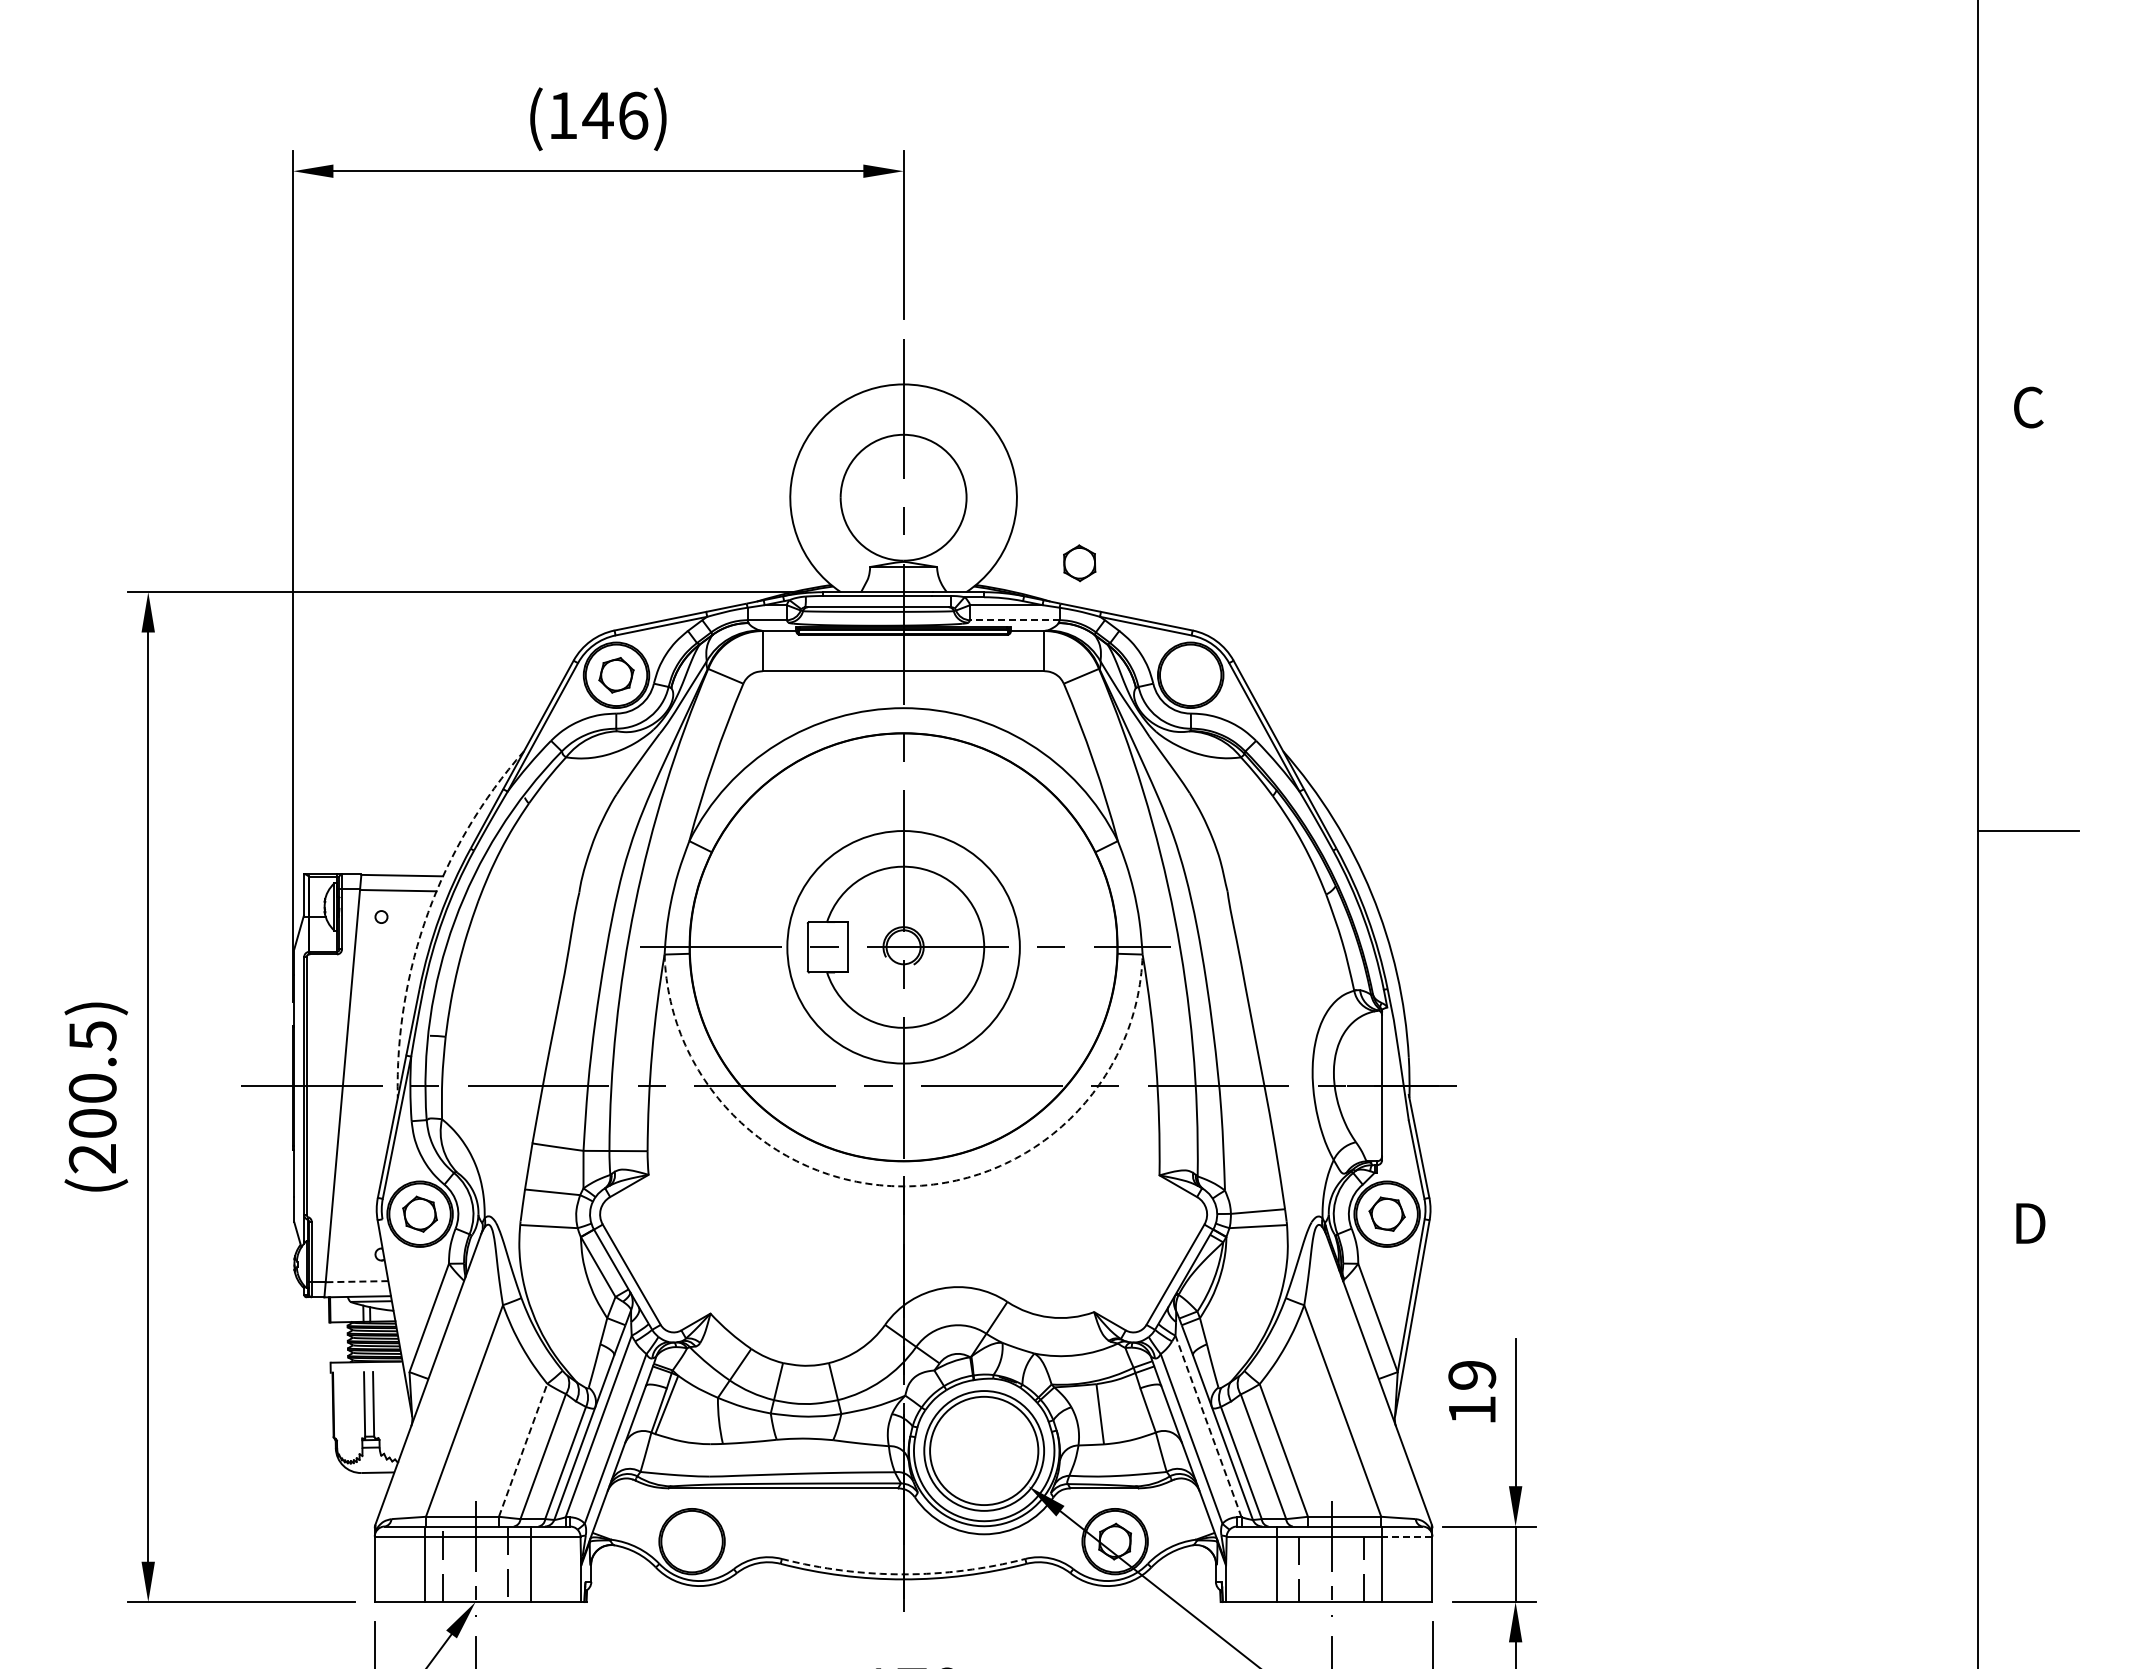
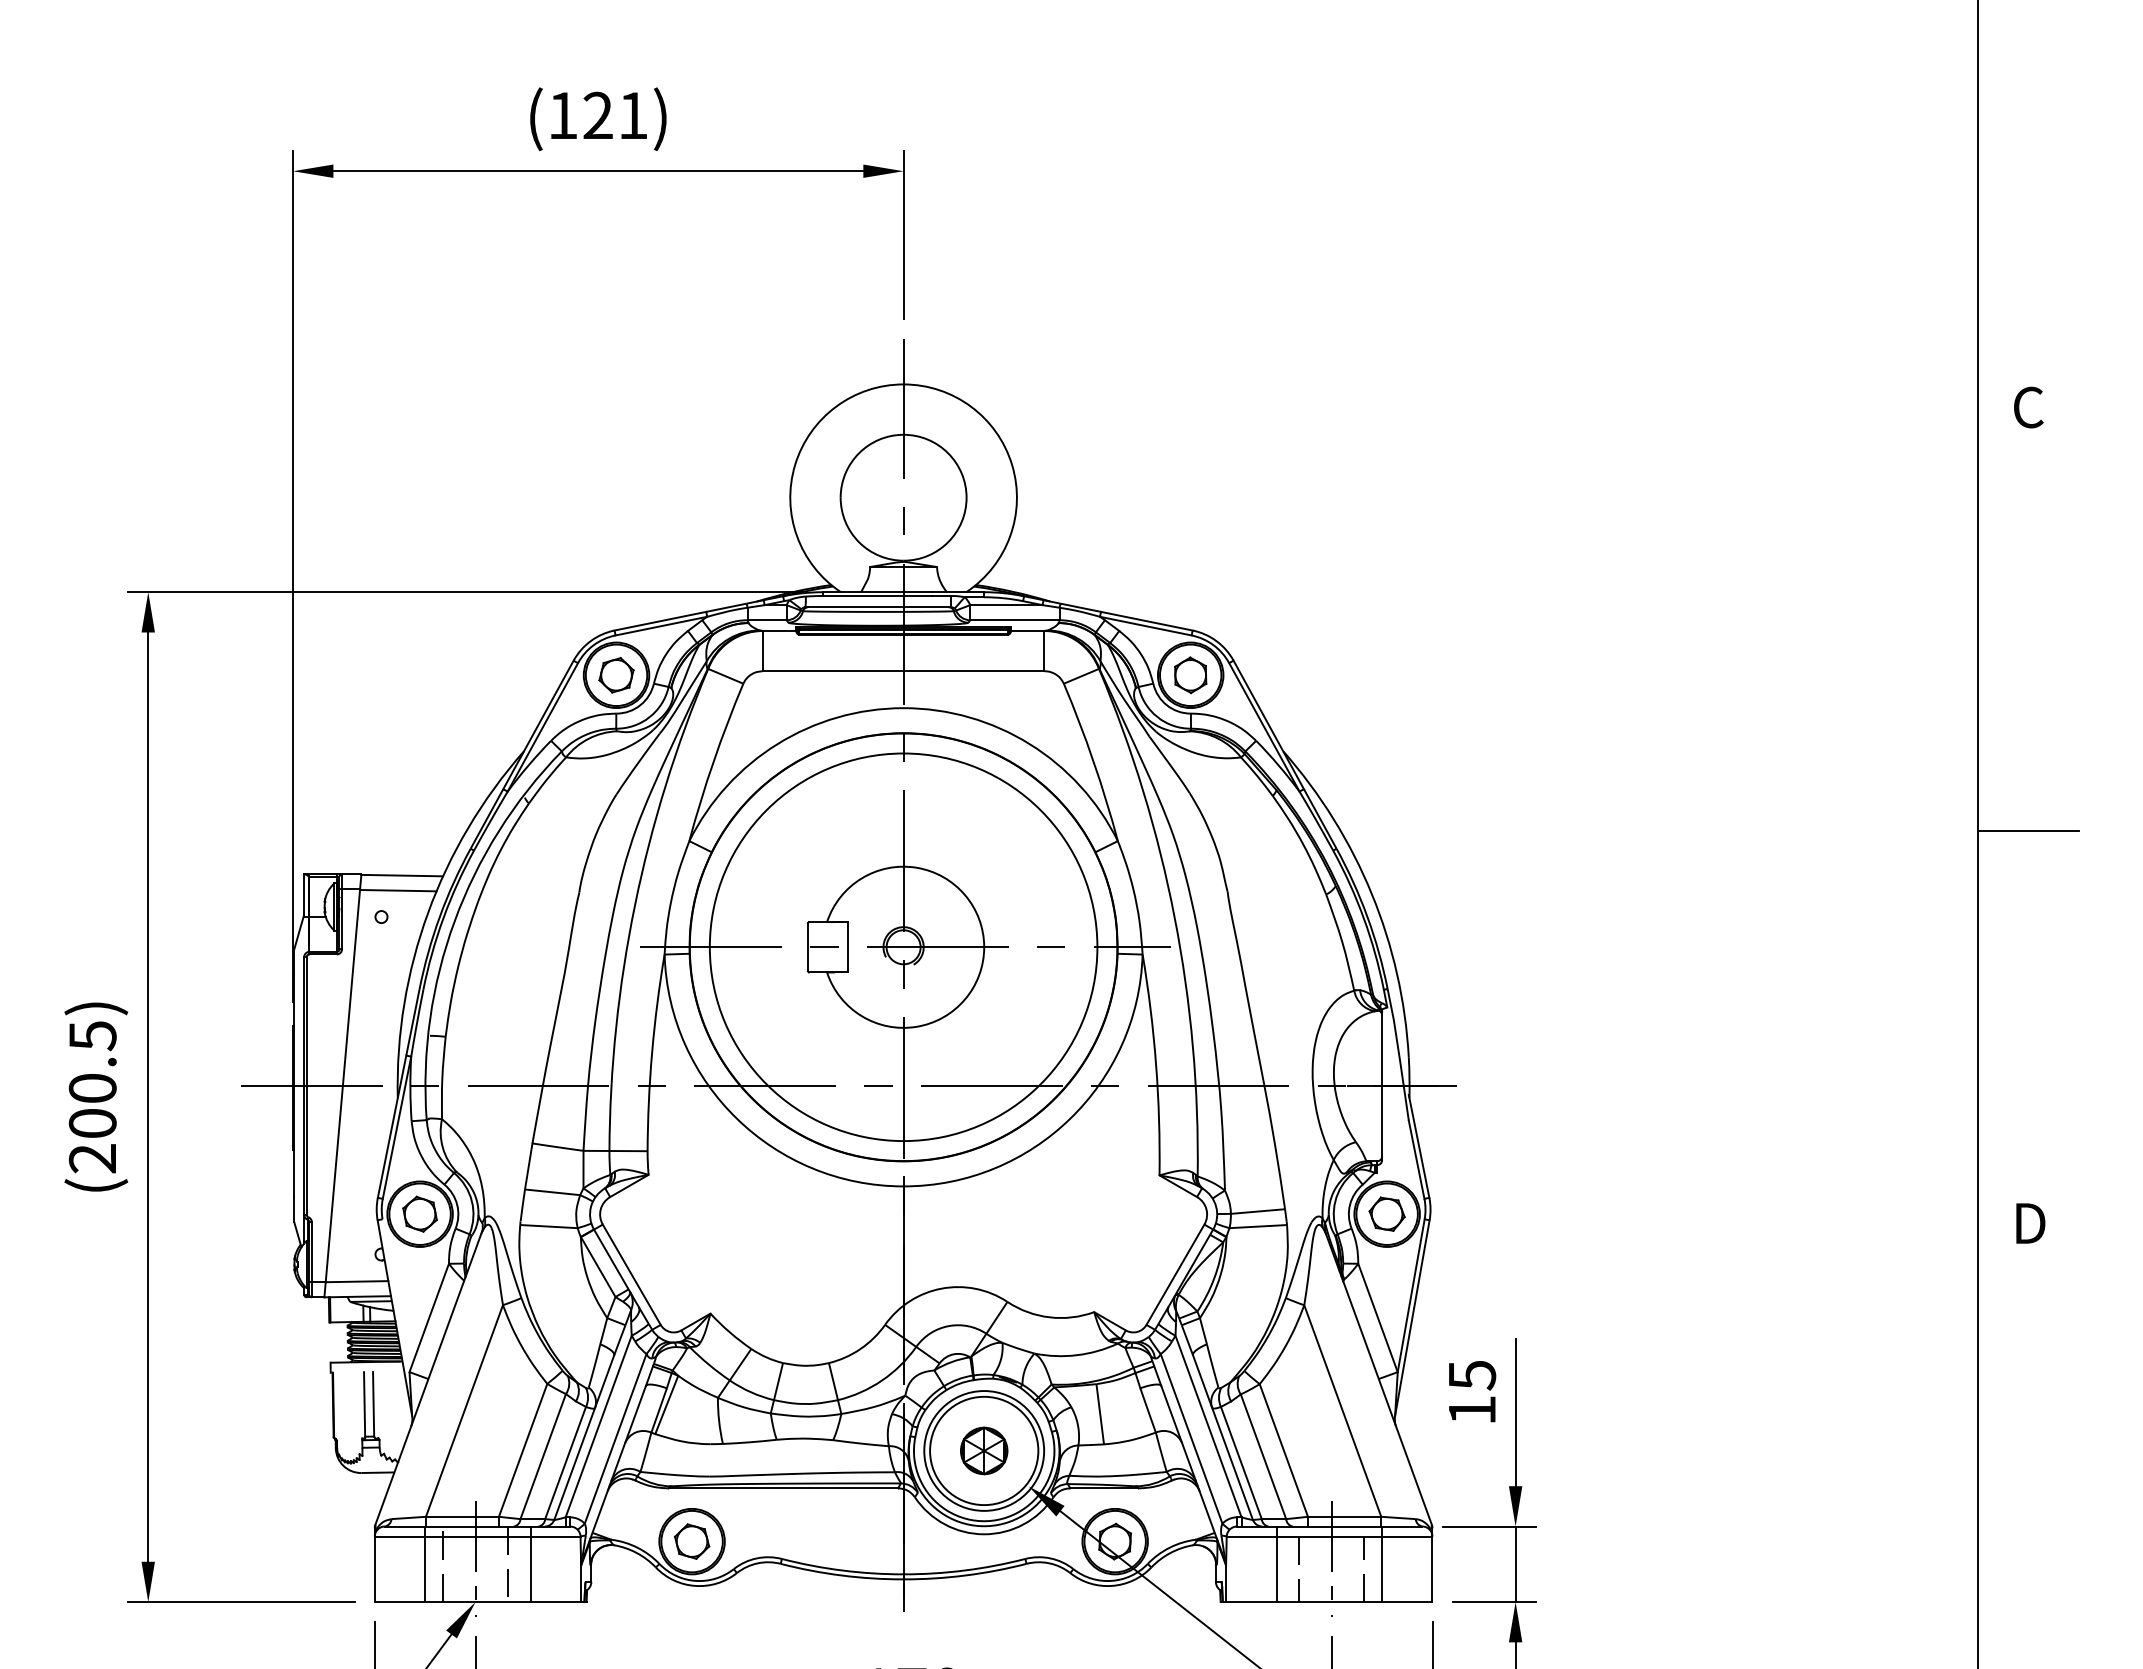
text at (615, 115): (146) -> (121)
part at (1079, 563) position: (1079, 563) -> (1190, 675)
line at (1014, 620): dashed -> solid
arc at (428, 912): dashed -> solid
circle at (903, 947) diameter: 233 px -> 388 px
arc at (903, 1186): dashed -> solid
line at (356, 1281): dashed -> solid
text at (1472, 1375): 19 -> 15
line at (1208, 1426): dashed -> solid
line at (523, 1450): dashed -> solid
part at (984, 1450): none -> present
line at (1406, 1536): dashed -> solid
part at (691, 1541): none -> present
arc at (903, 1574): dashed -> solid
